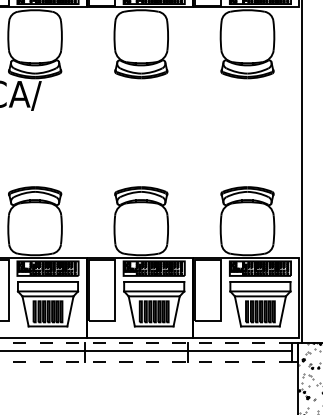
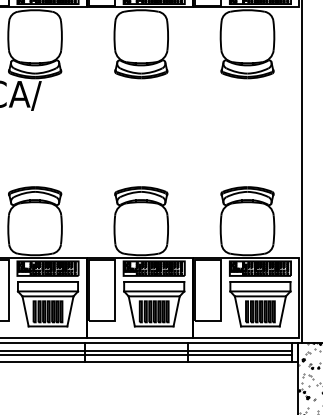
line at (145, 342): dashed -> solid
line at (146, 354): none -> present
line at (145, 362): dashed -> solid
